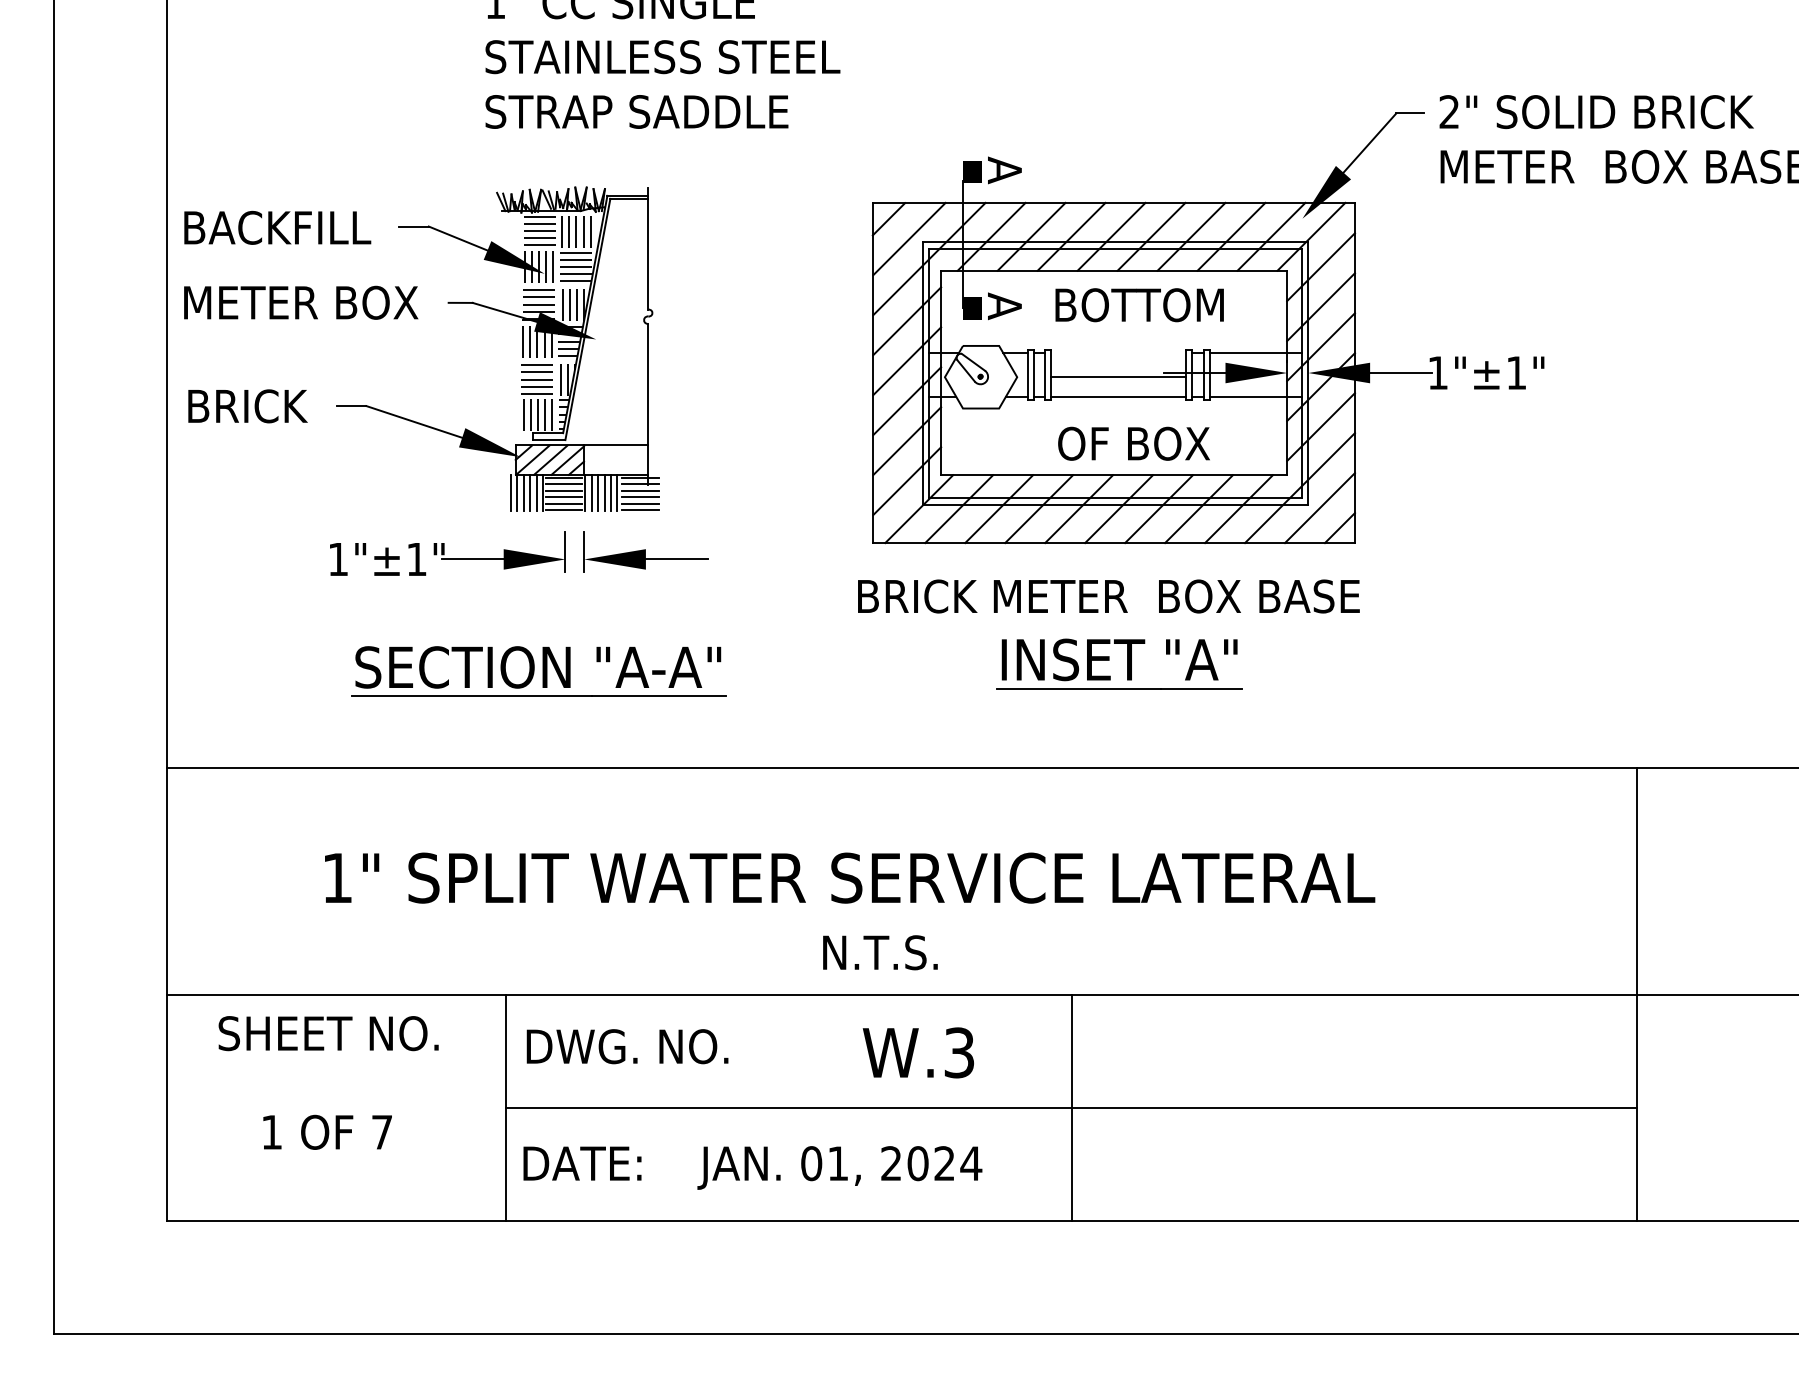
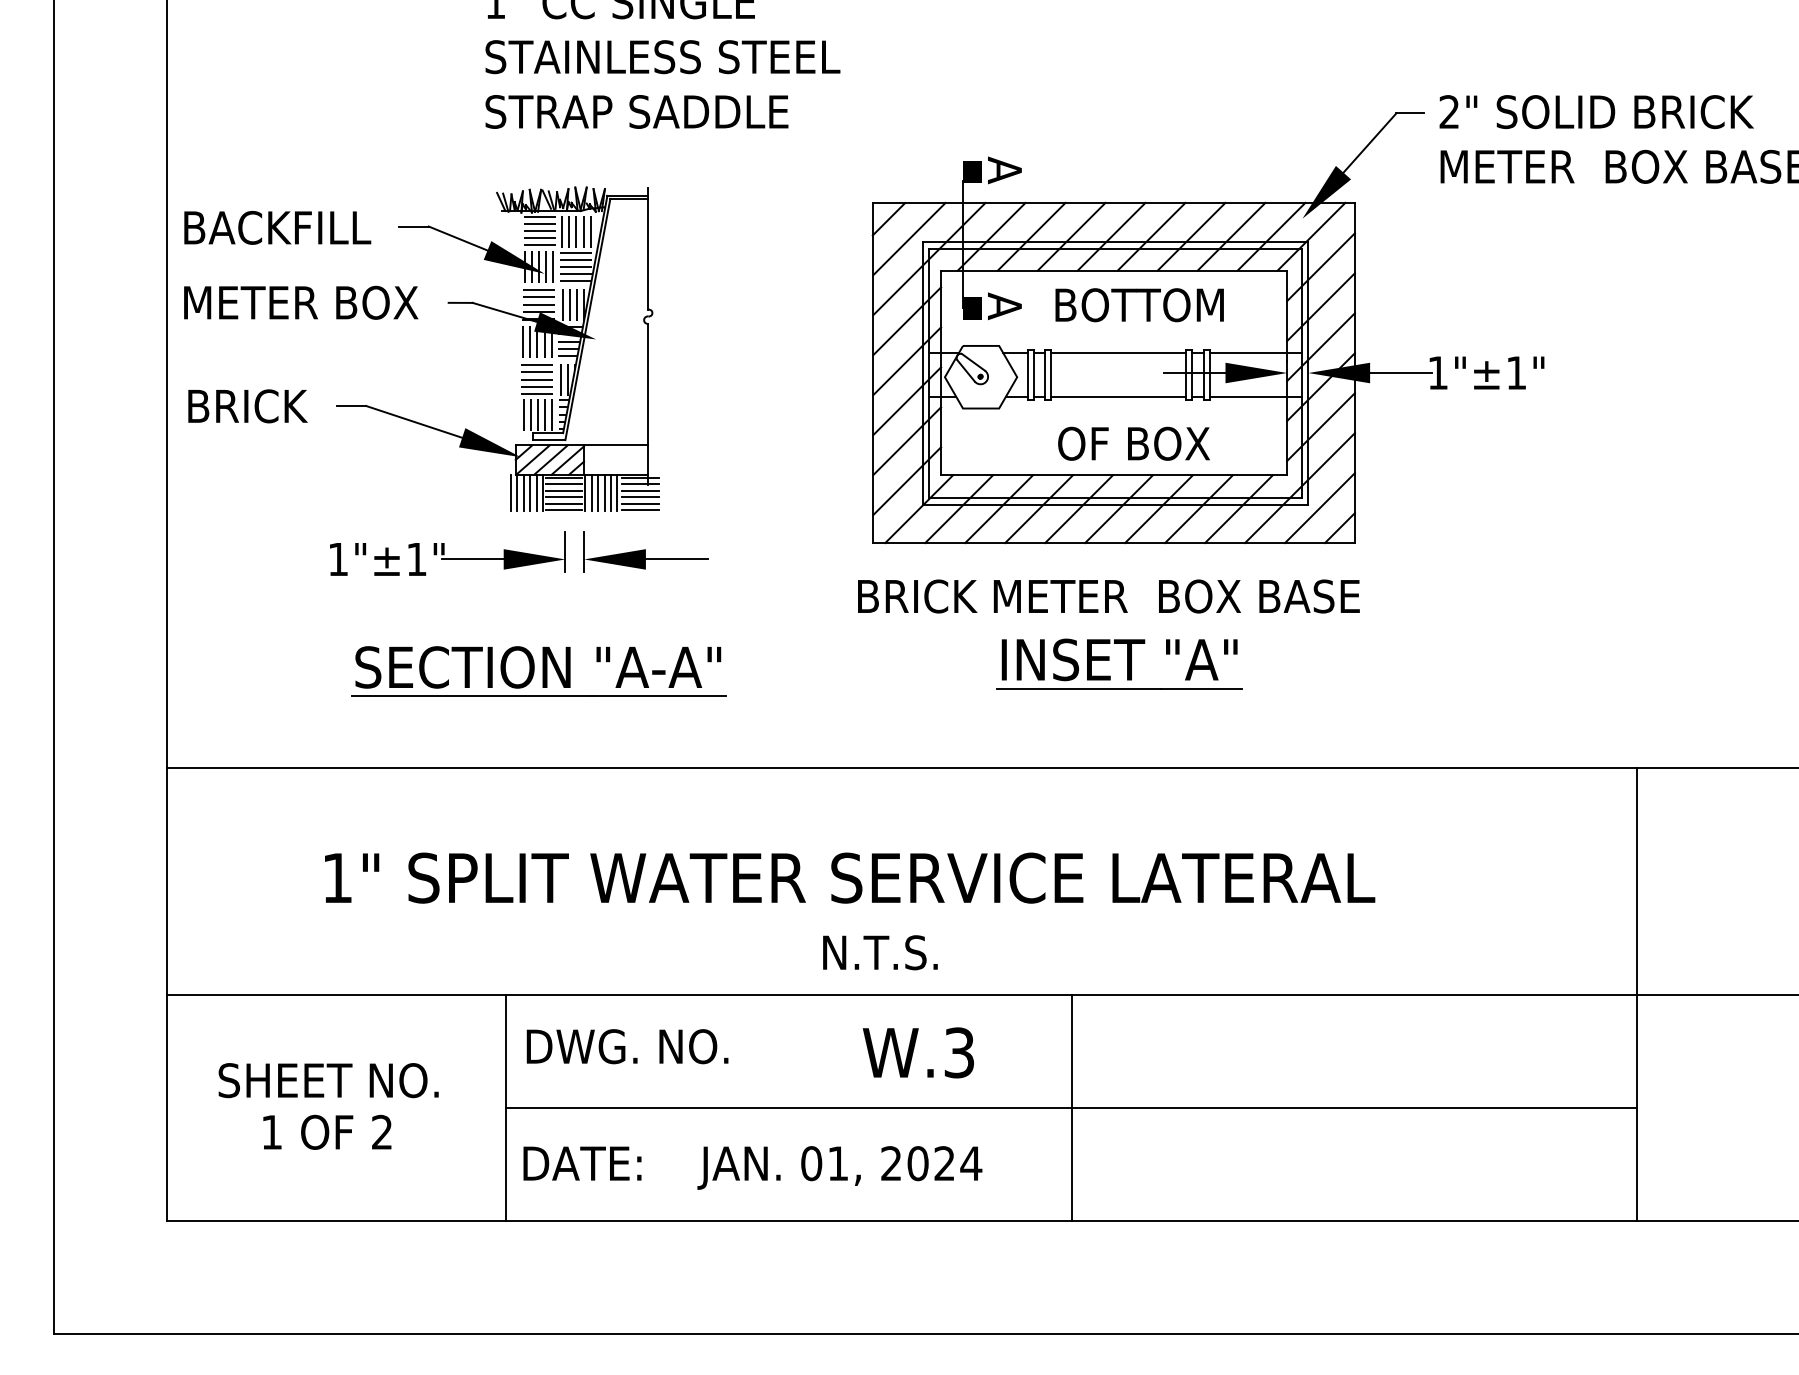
line at (1118, 376) position: (1118, 376) -> (1118, 352)
text at (328, 1033) position: (328, 1033) -> (328, 1080)
text at (381, 1131): 7 -> 2
